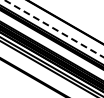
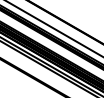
line at (54, 28): dashed -> solid
